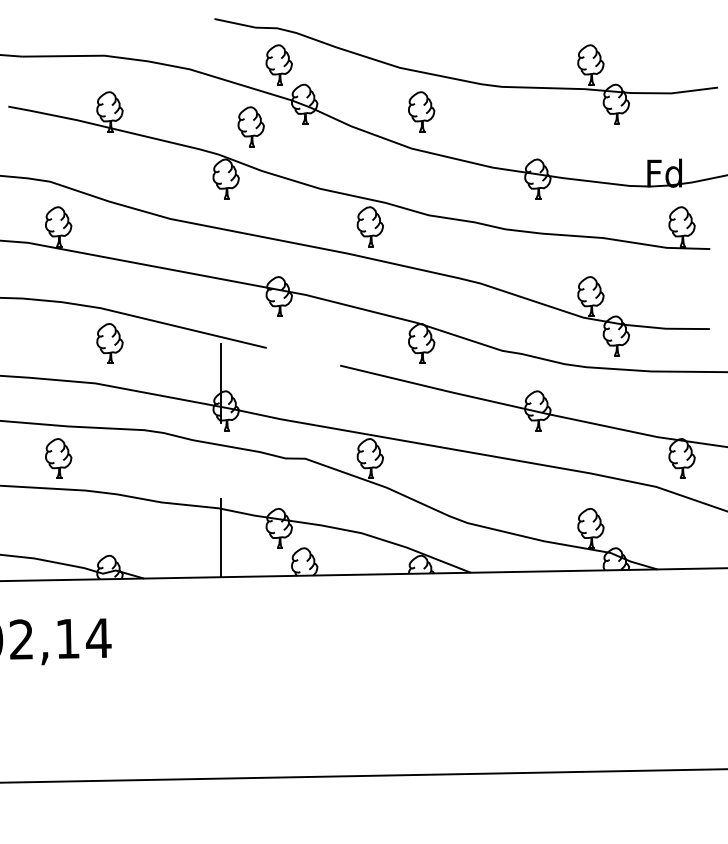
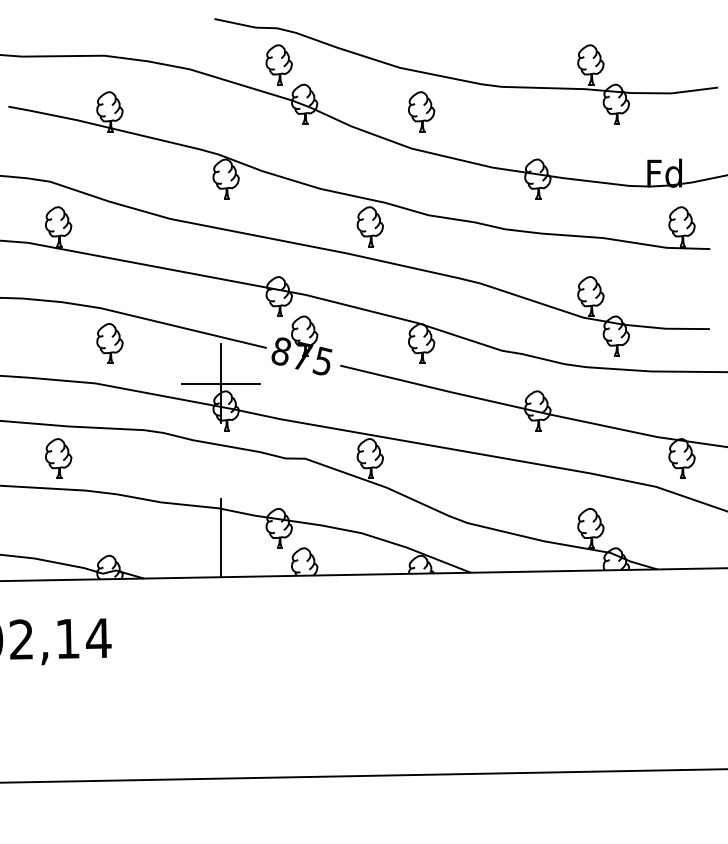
part at (250, 126): present -> none
part at (301, 345): none -> present
line at (220, 383): none -> present
